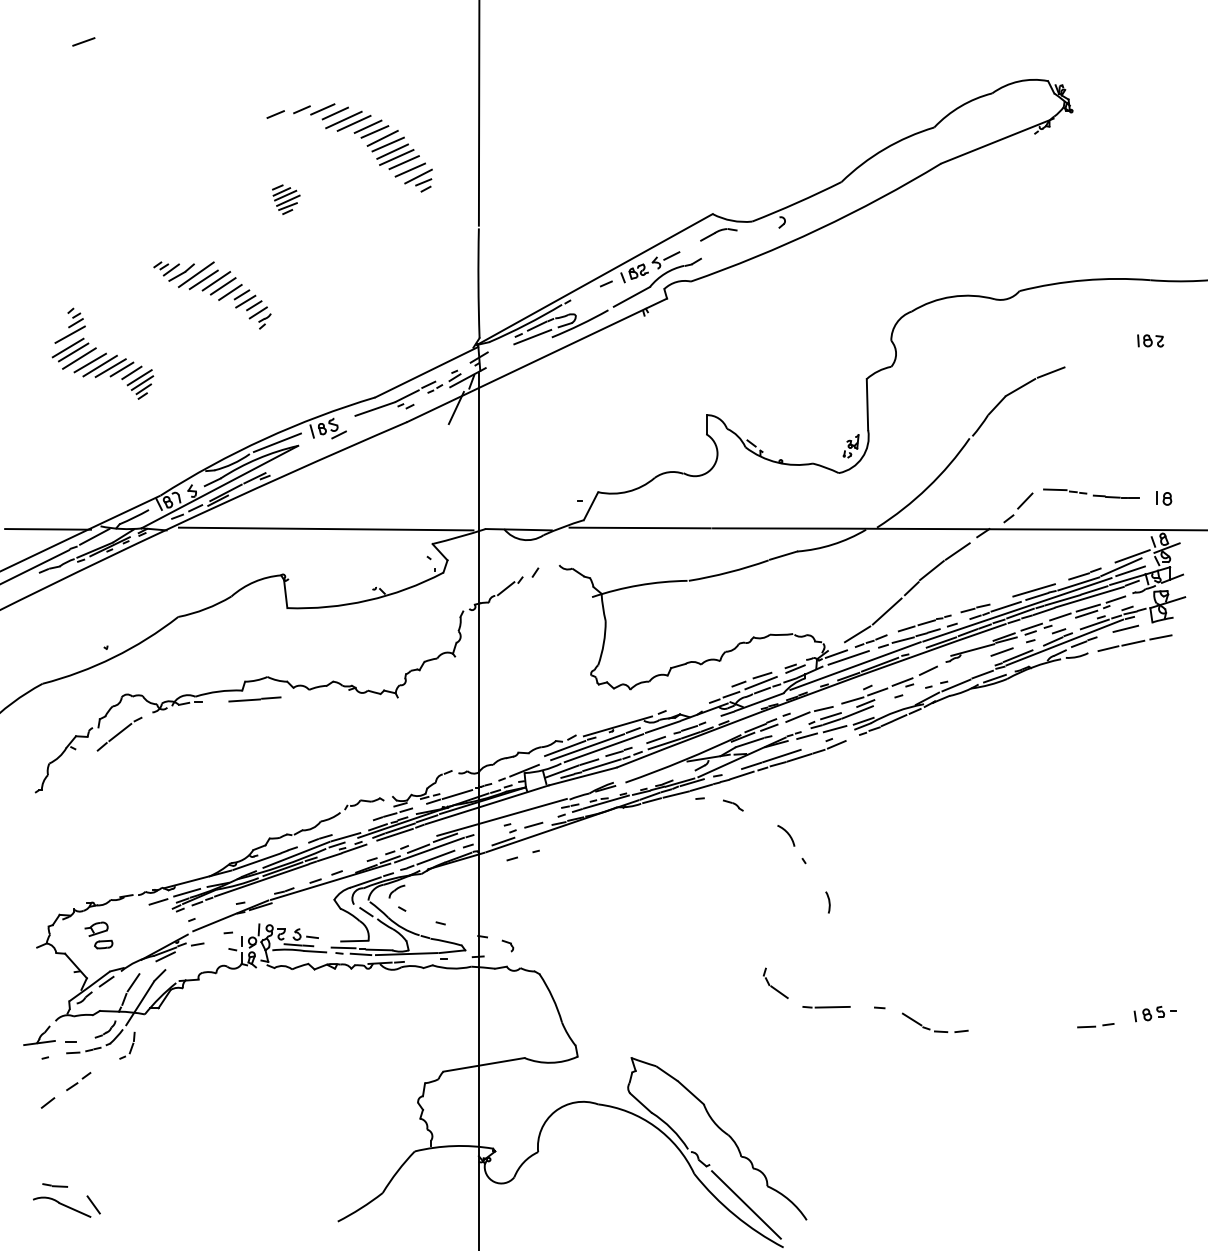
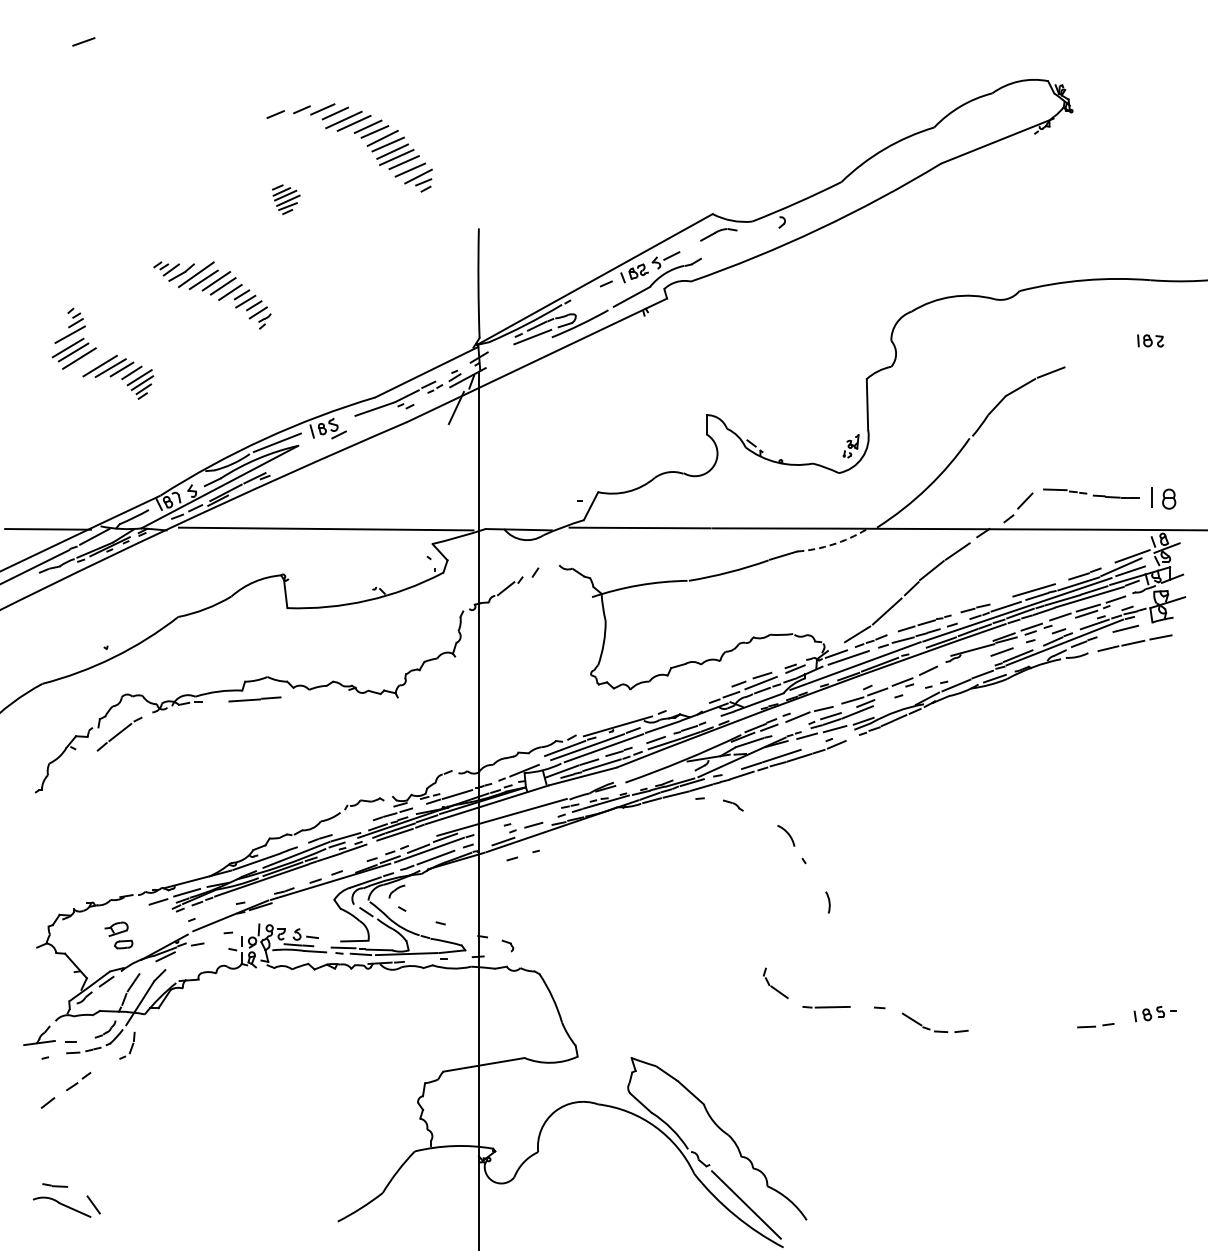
line at (478, 113): present -> none
line at (90, 362): present -> none
part at (1164, 498) size: 17x15 px -> 26x23 px
arc at (832, 544): solid -> dashed
part at (98, 935) position: (98, 935) -> (118, 935)
